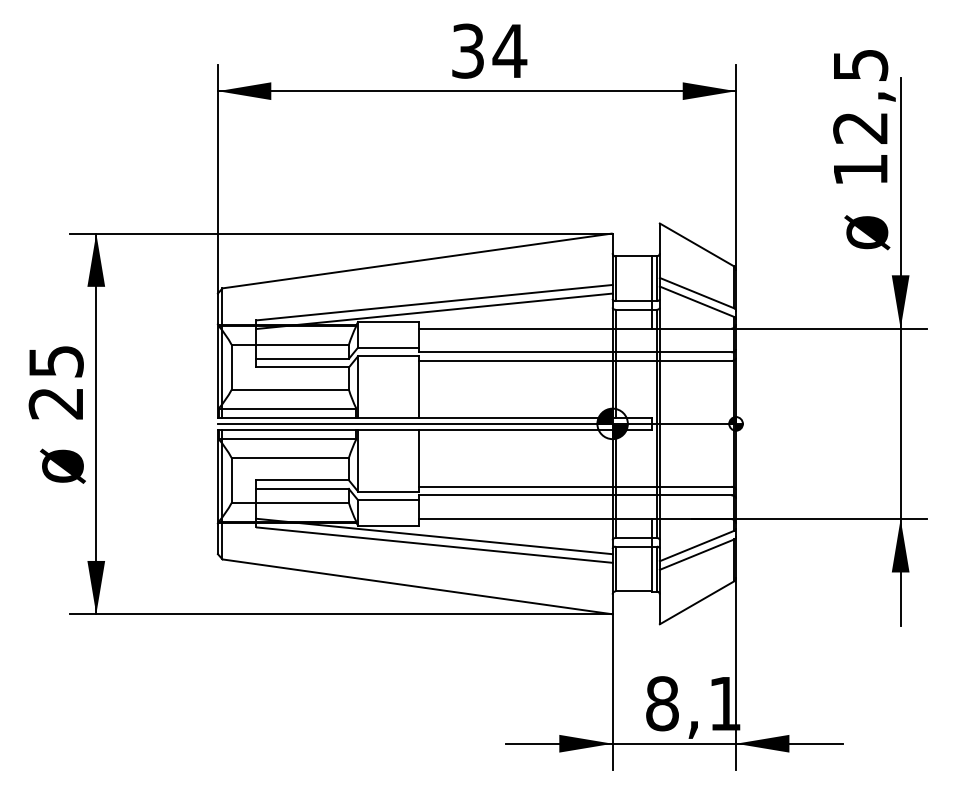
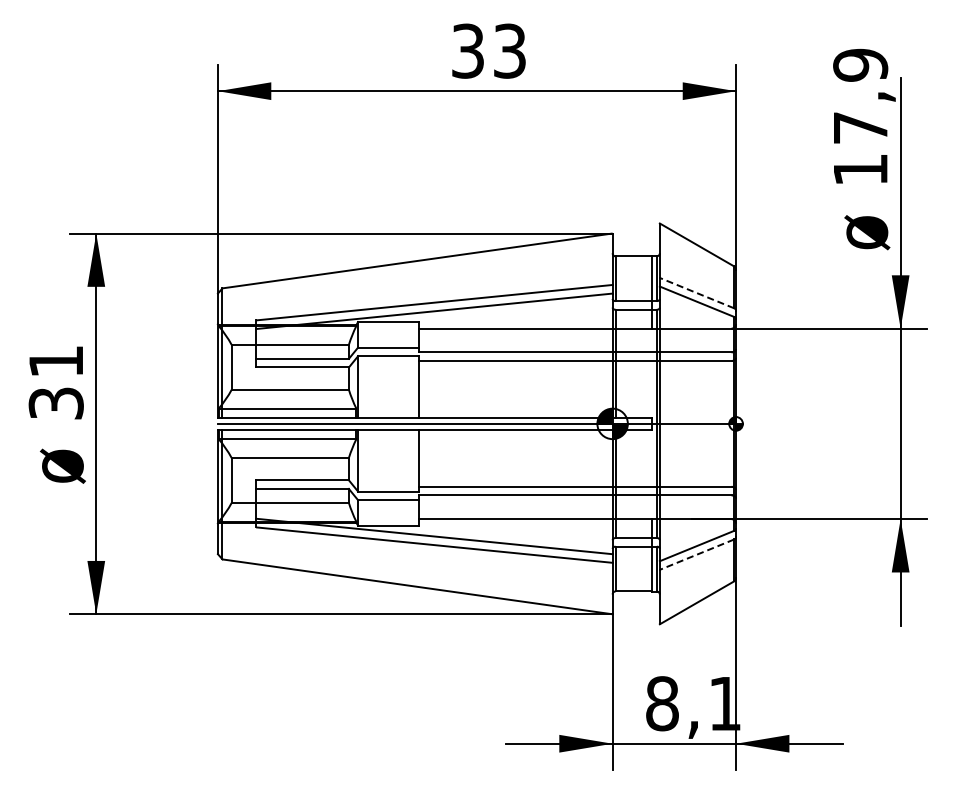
text at (509, 50): 34 -> 33
text at (860, 95): 12,5 -> 17,9
line at (696, 292): solid -> dashed
text at (55, 382): 25 -> 31
line at (696, 554): solid -> dashed
